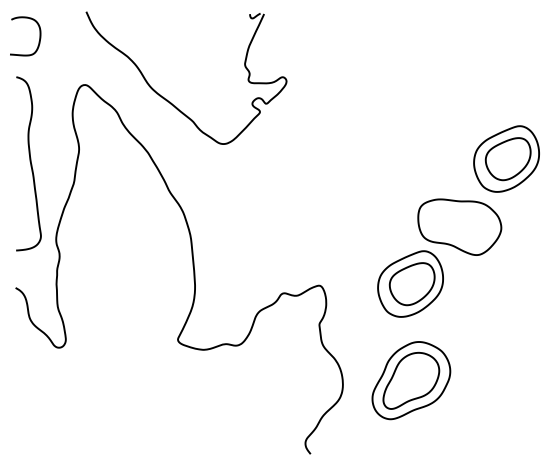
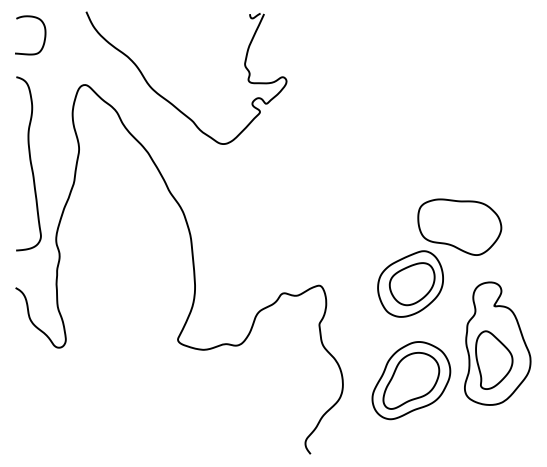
curve at (38, 41) position: (38, 41) -> (43, 40)
part at (506, 158): present -> none
part at (497, 343): none -> present
